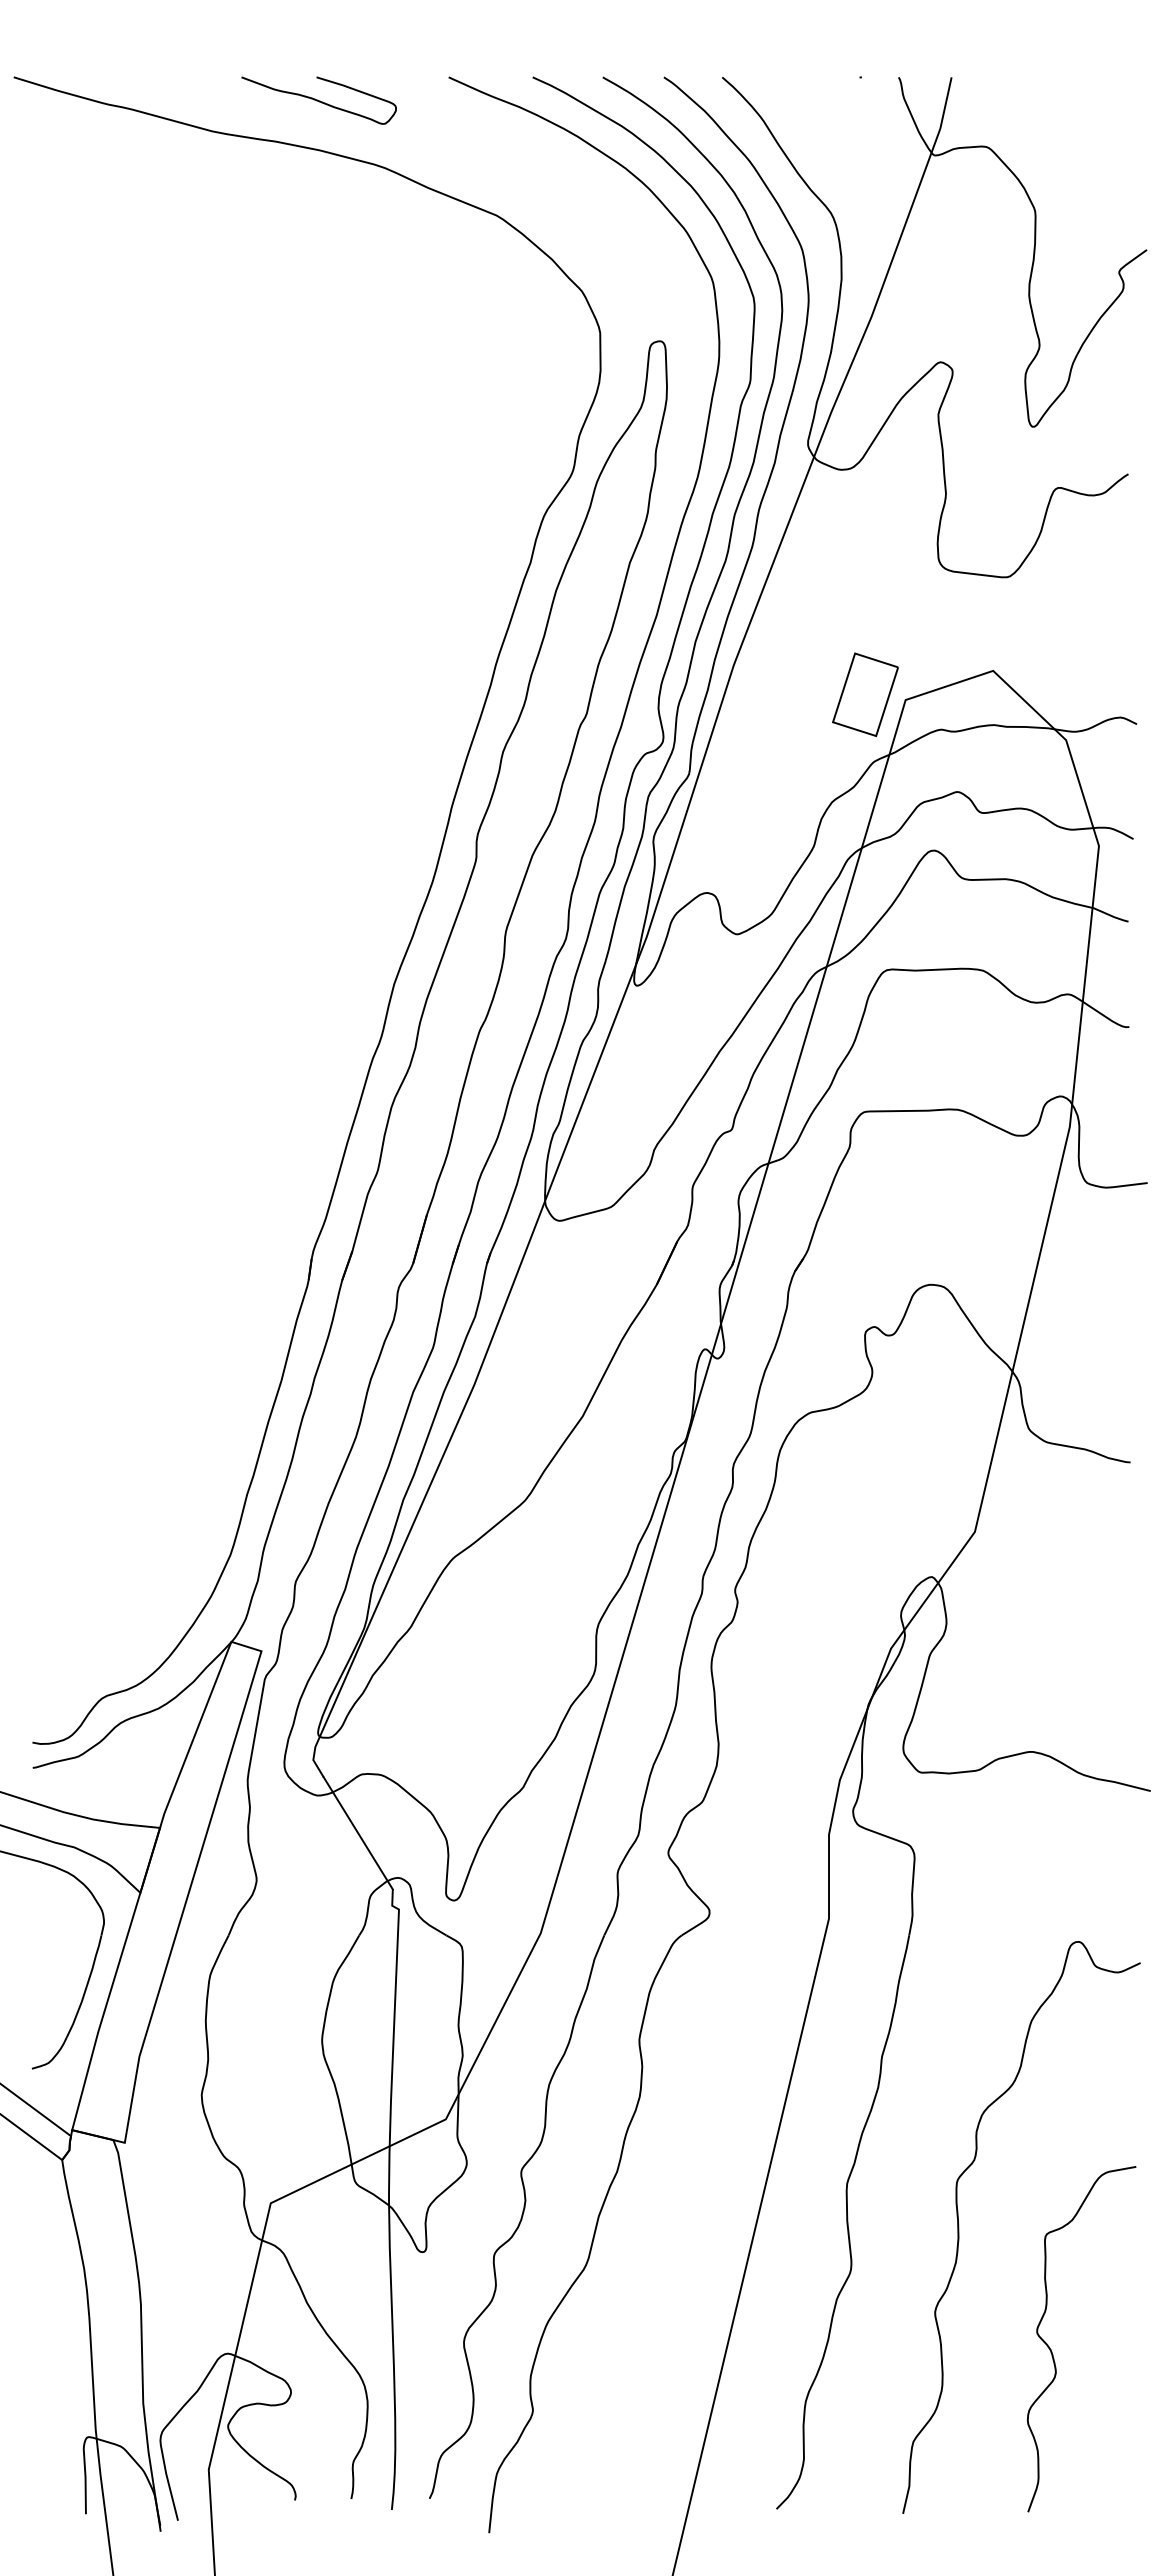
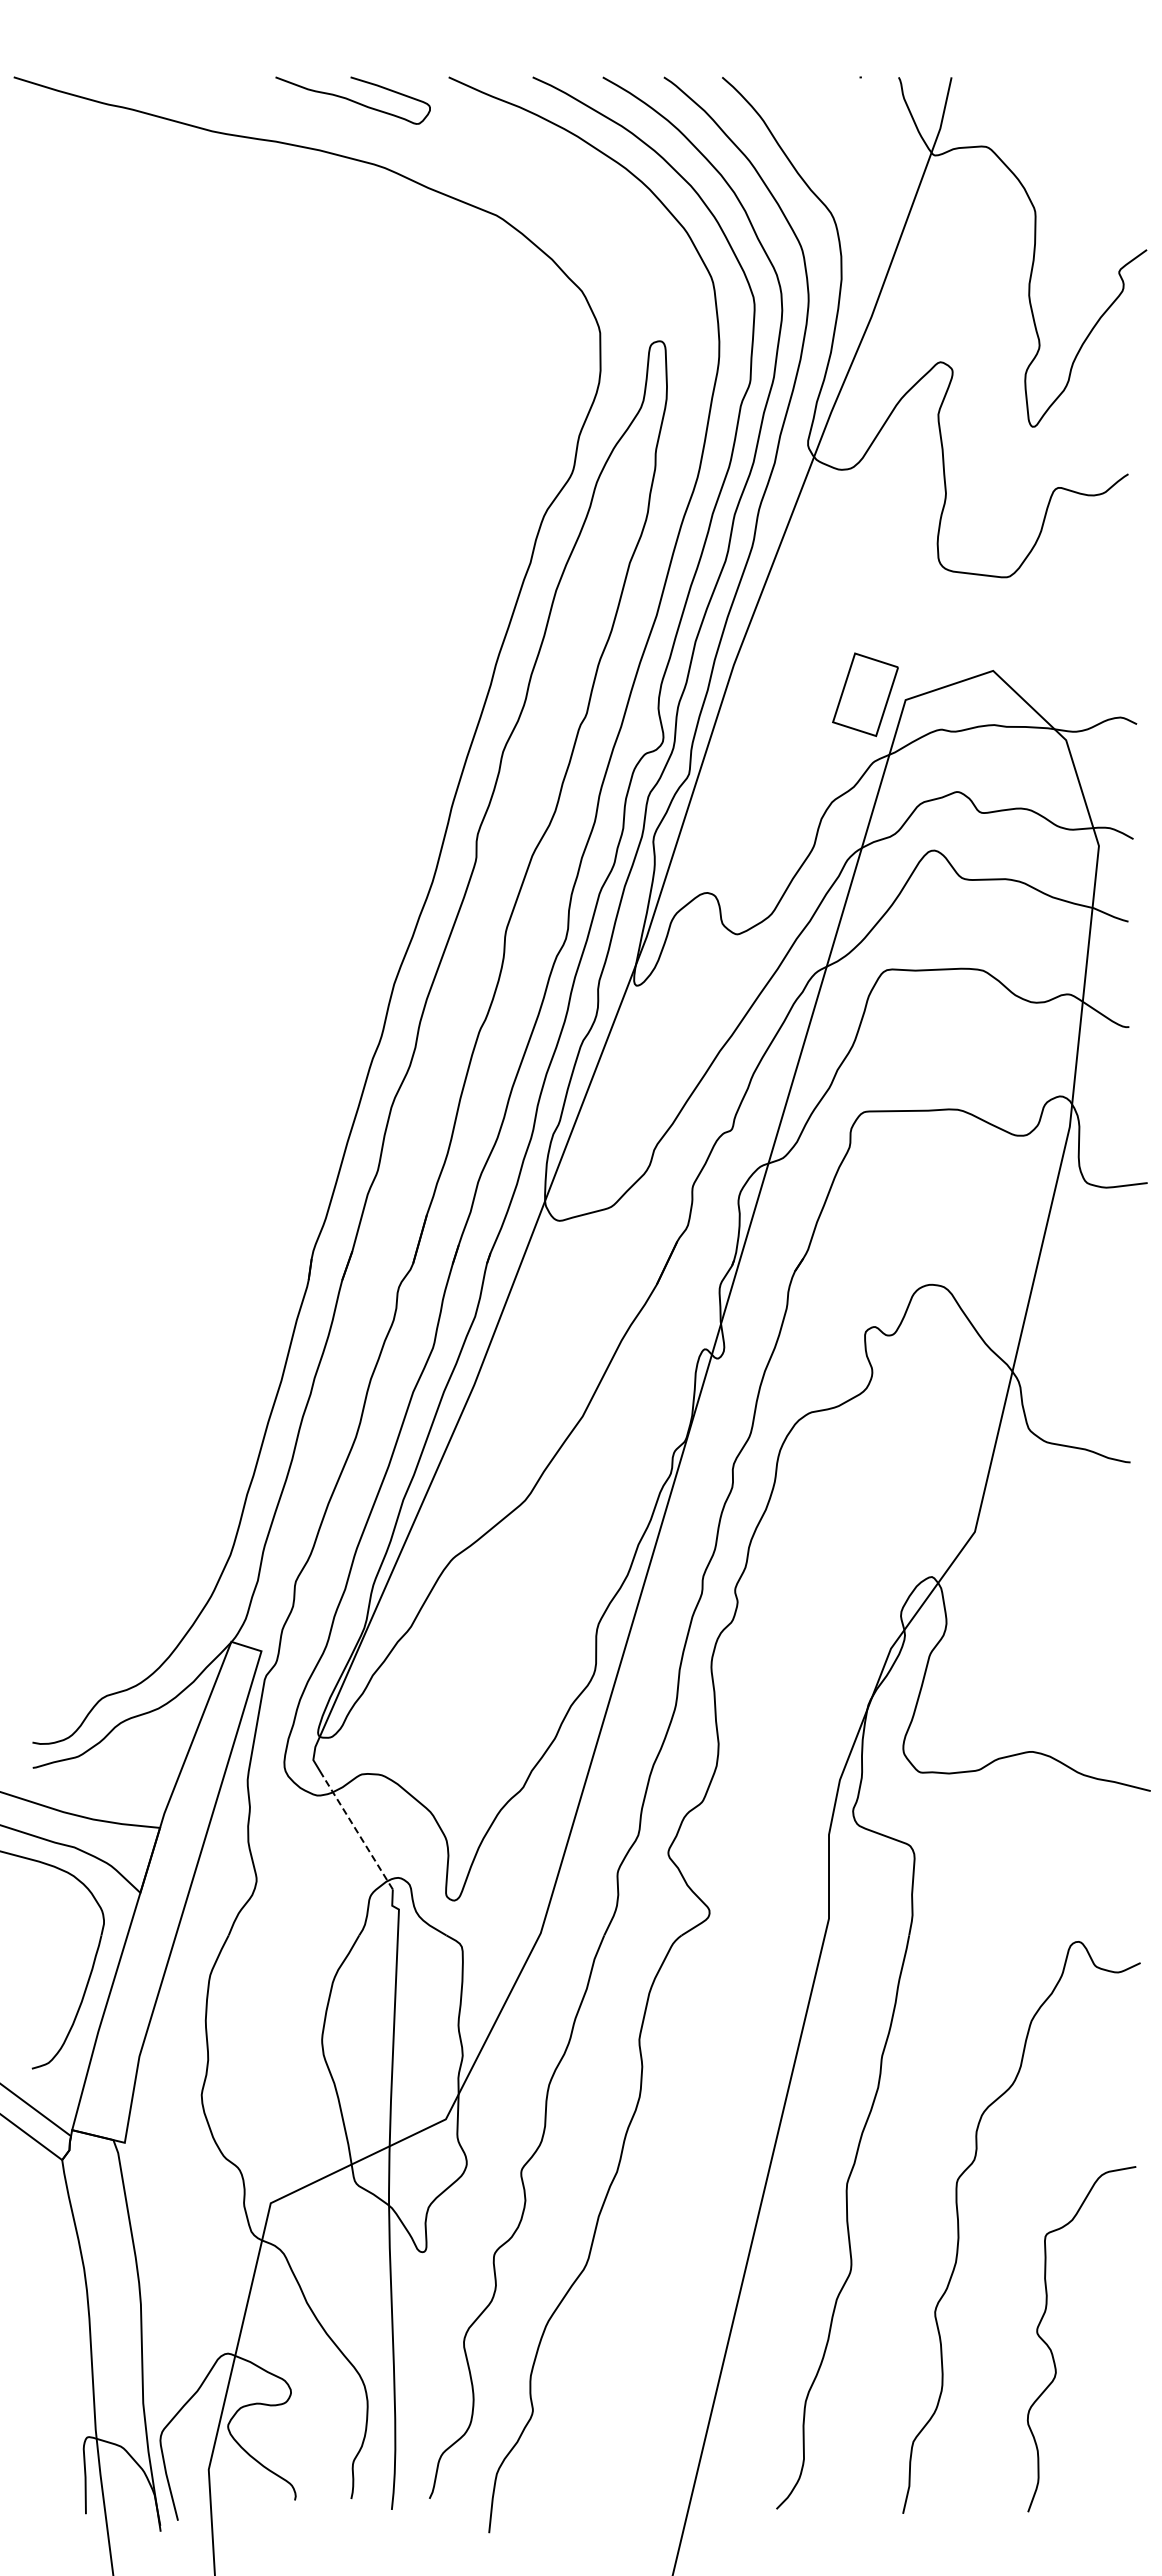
part at (318, 100) position: (318, 100) -> (352, 100)
line at (358, 1833): solid -> dashed
